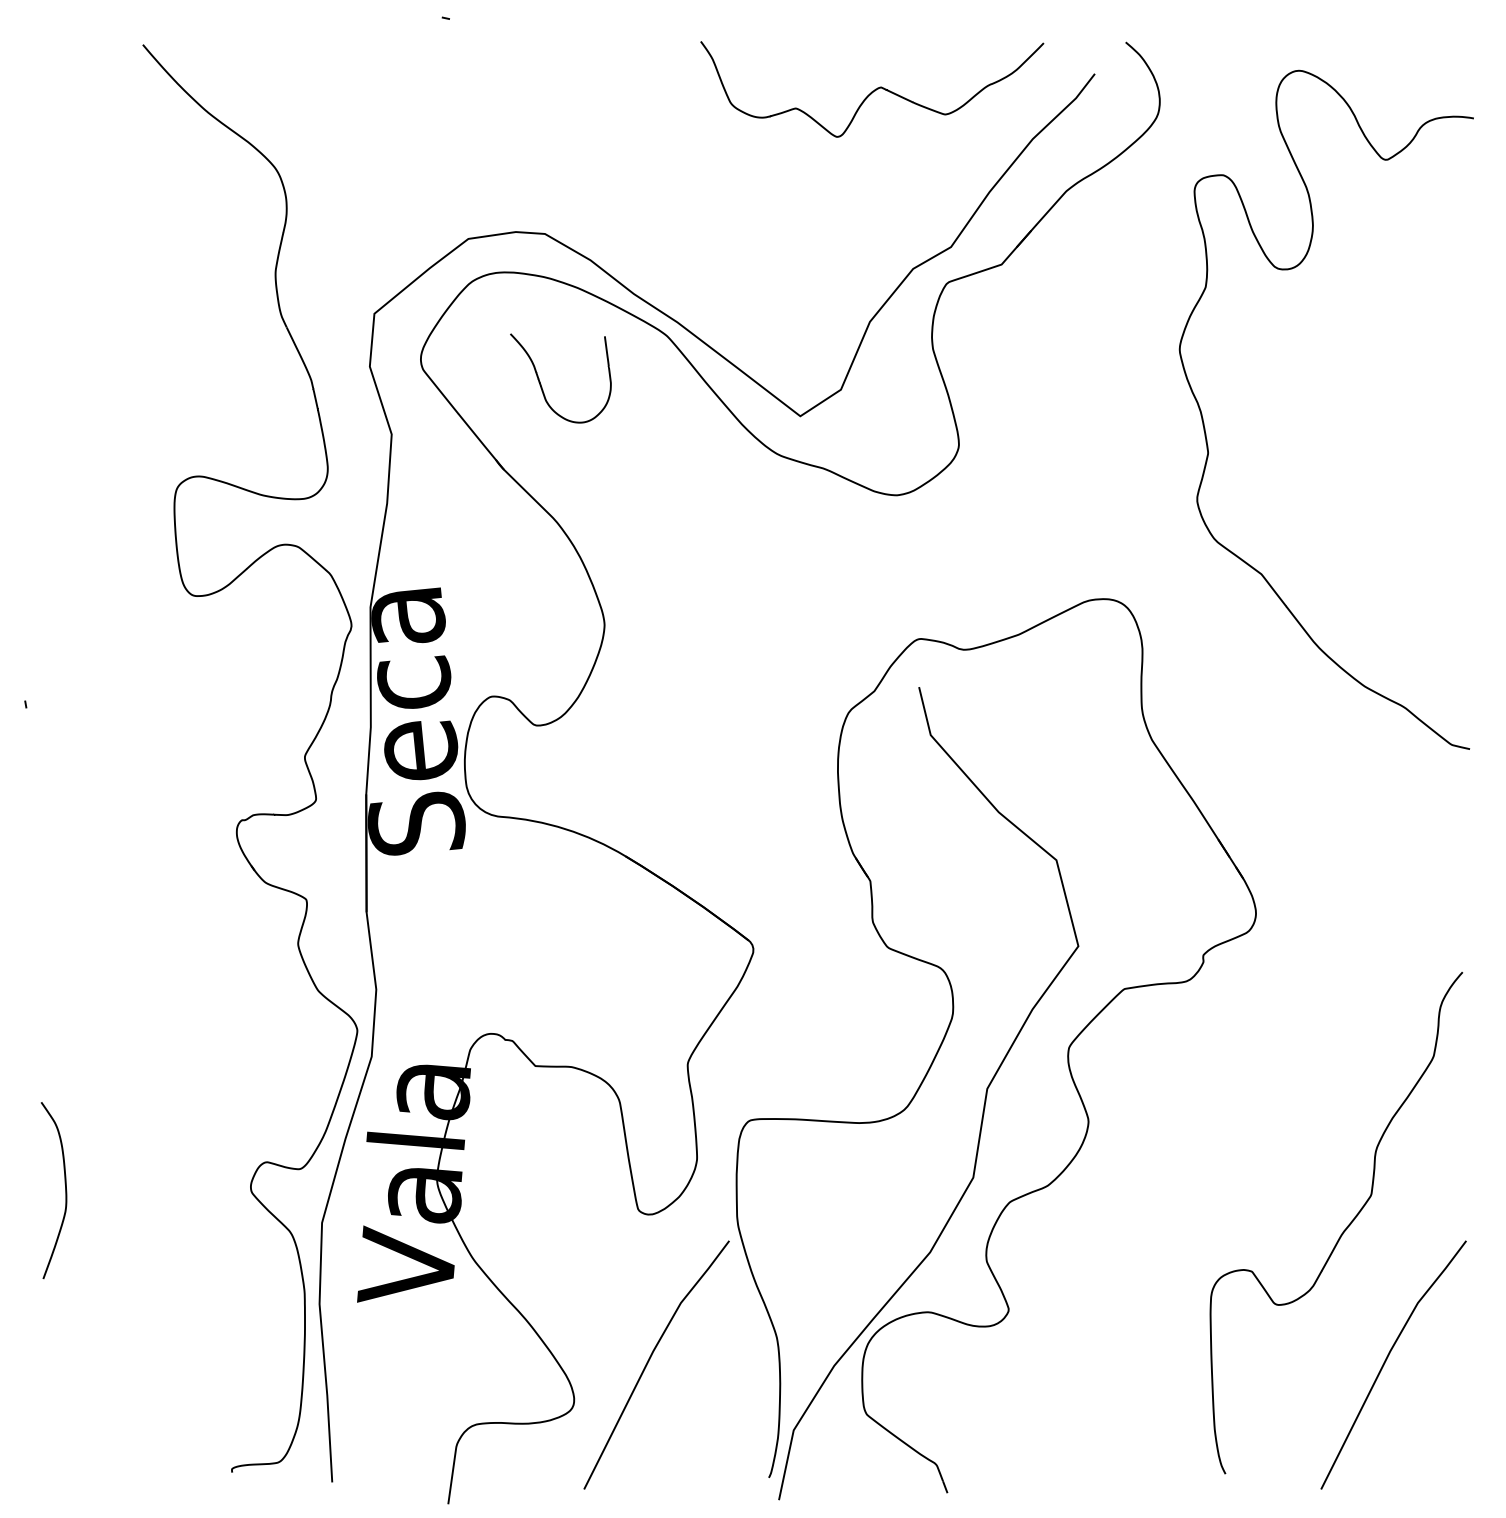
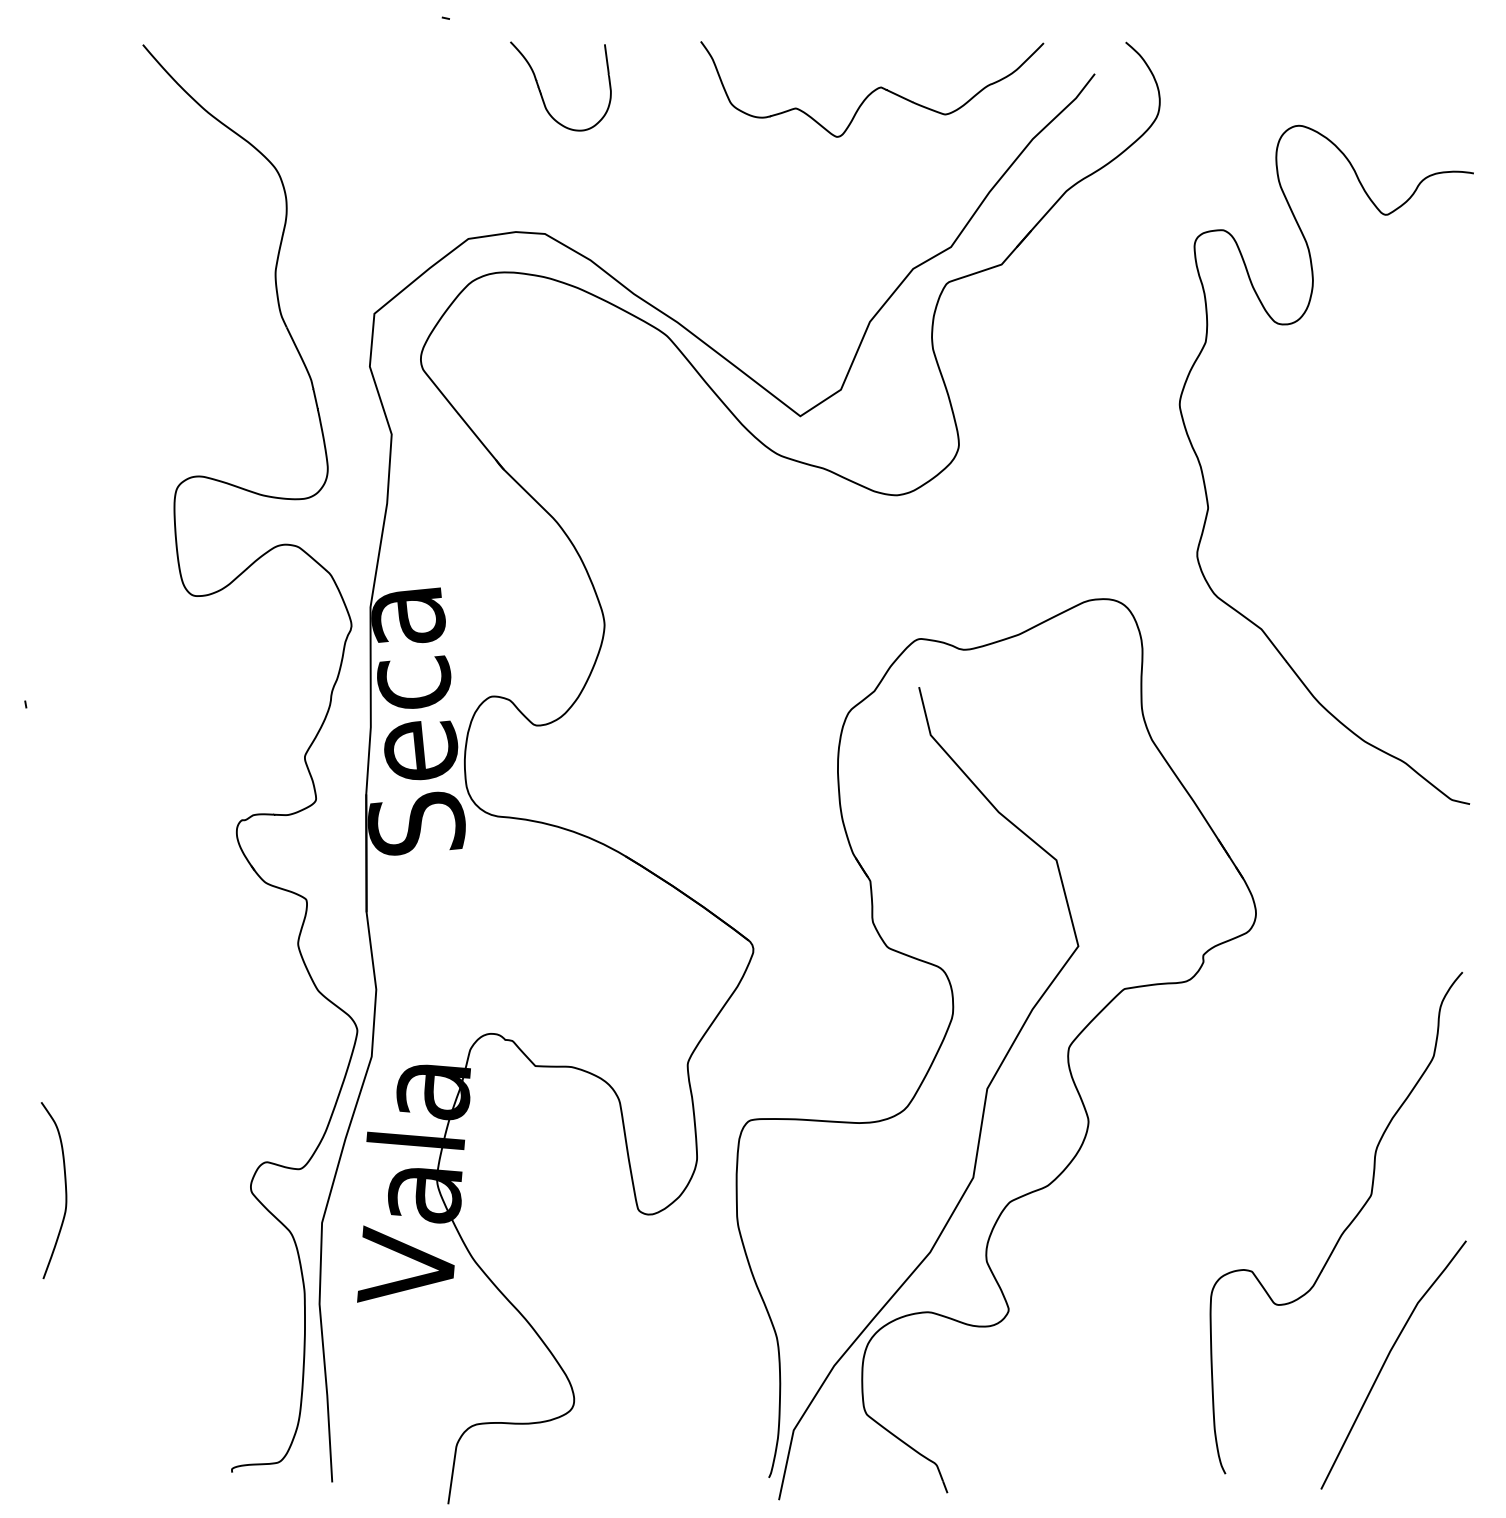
curve at (541, 384) position: (541, 384) -> (541, 92)
curve at (1206, 433) position: (1206, 433) -> (1206, 488)
curve at (649, 1361): present -> none
